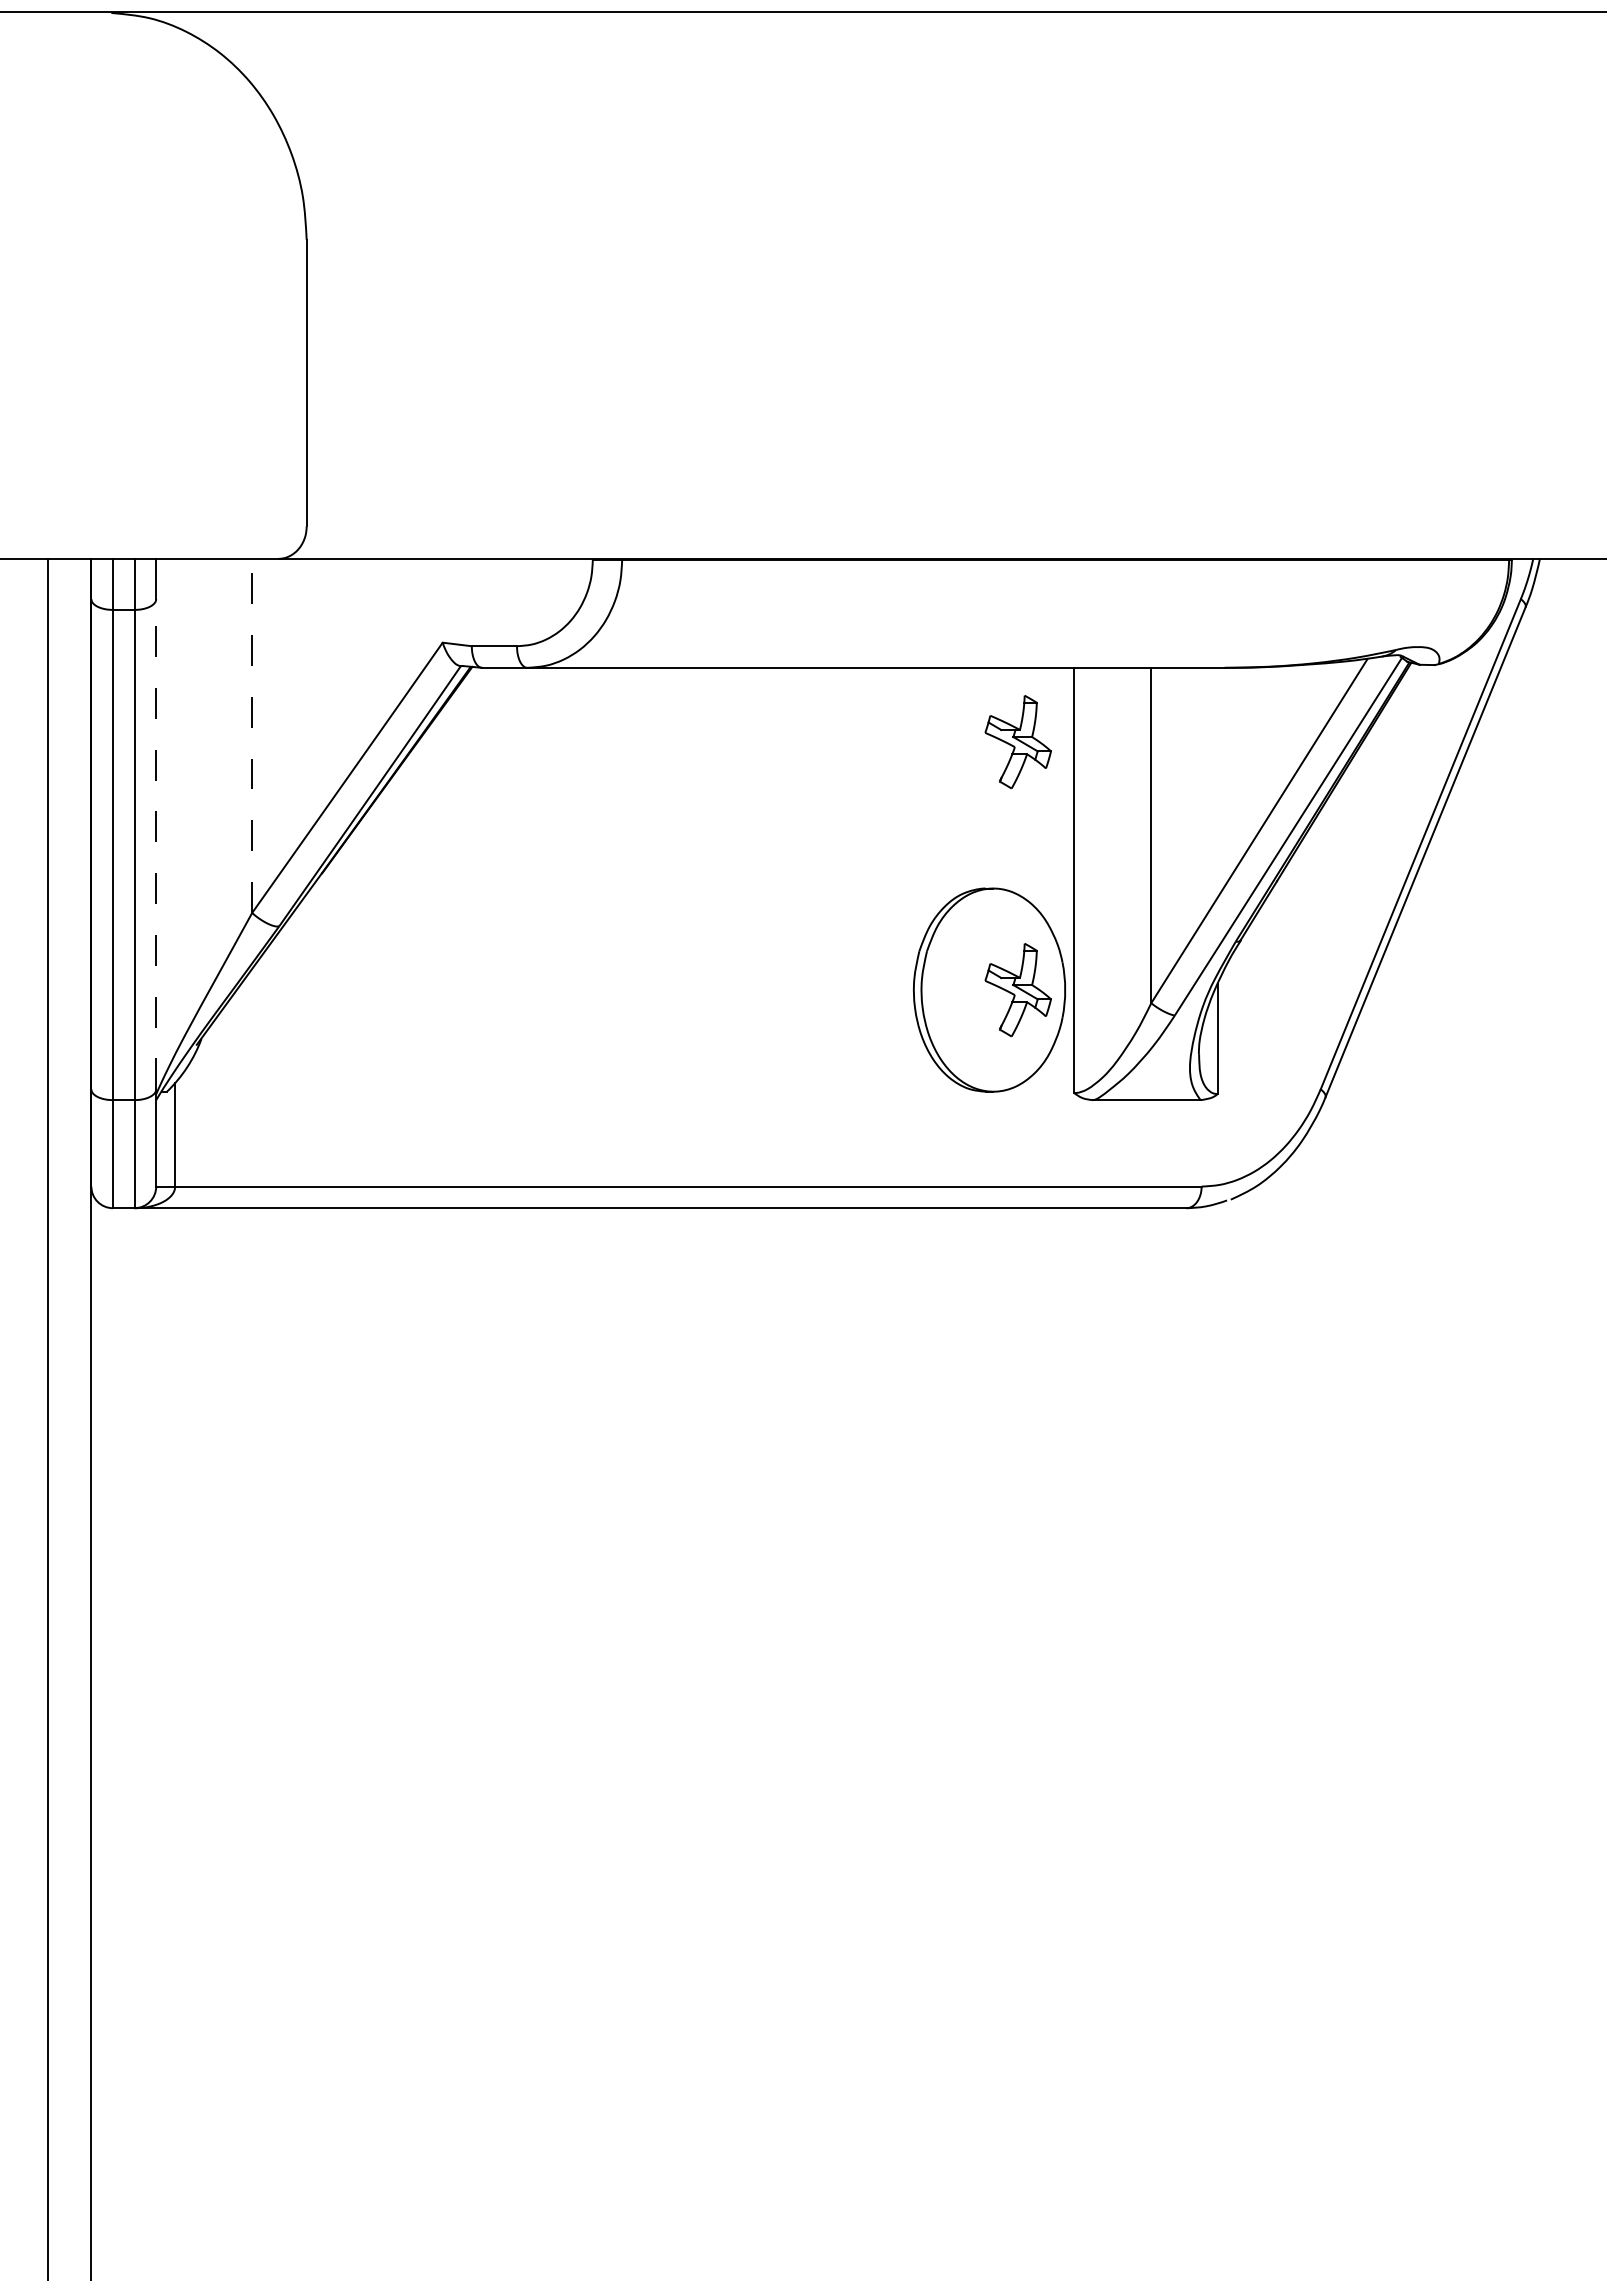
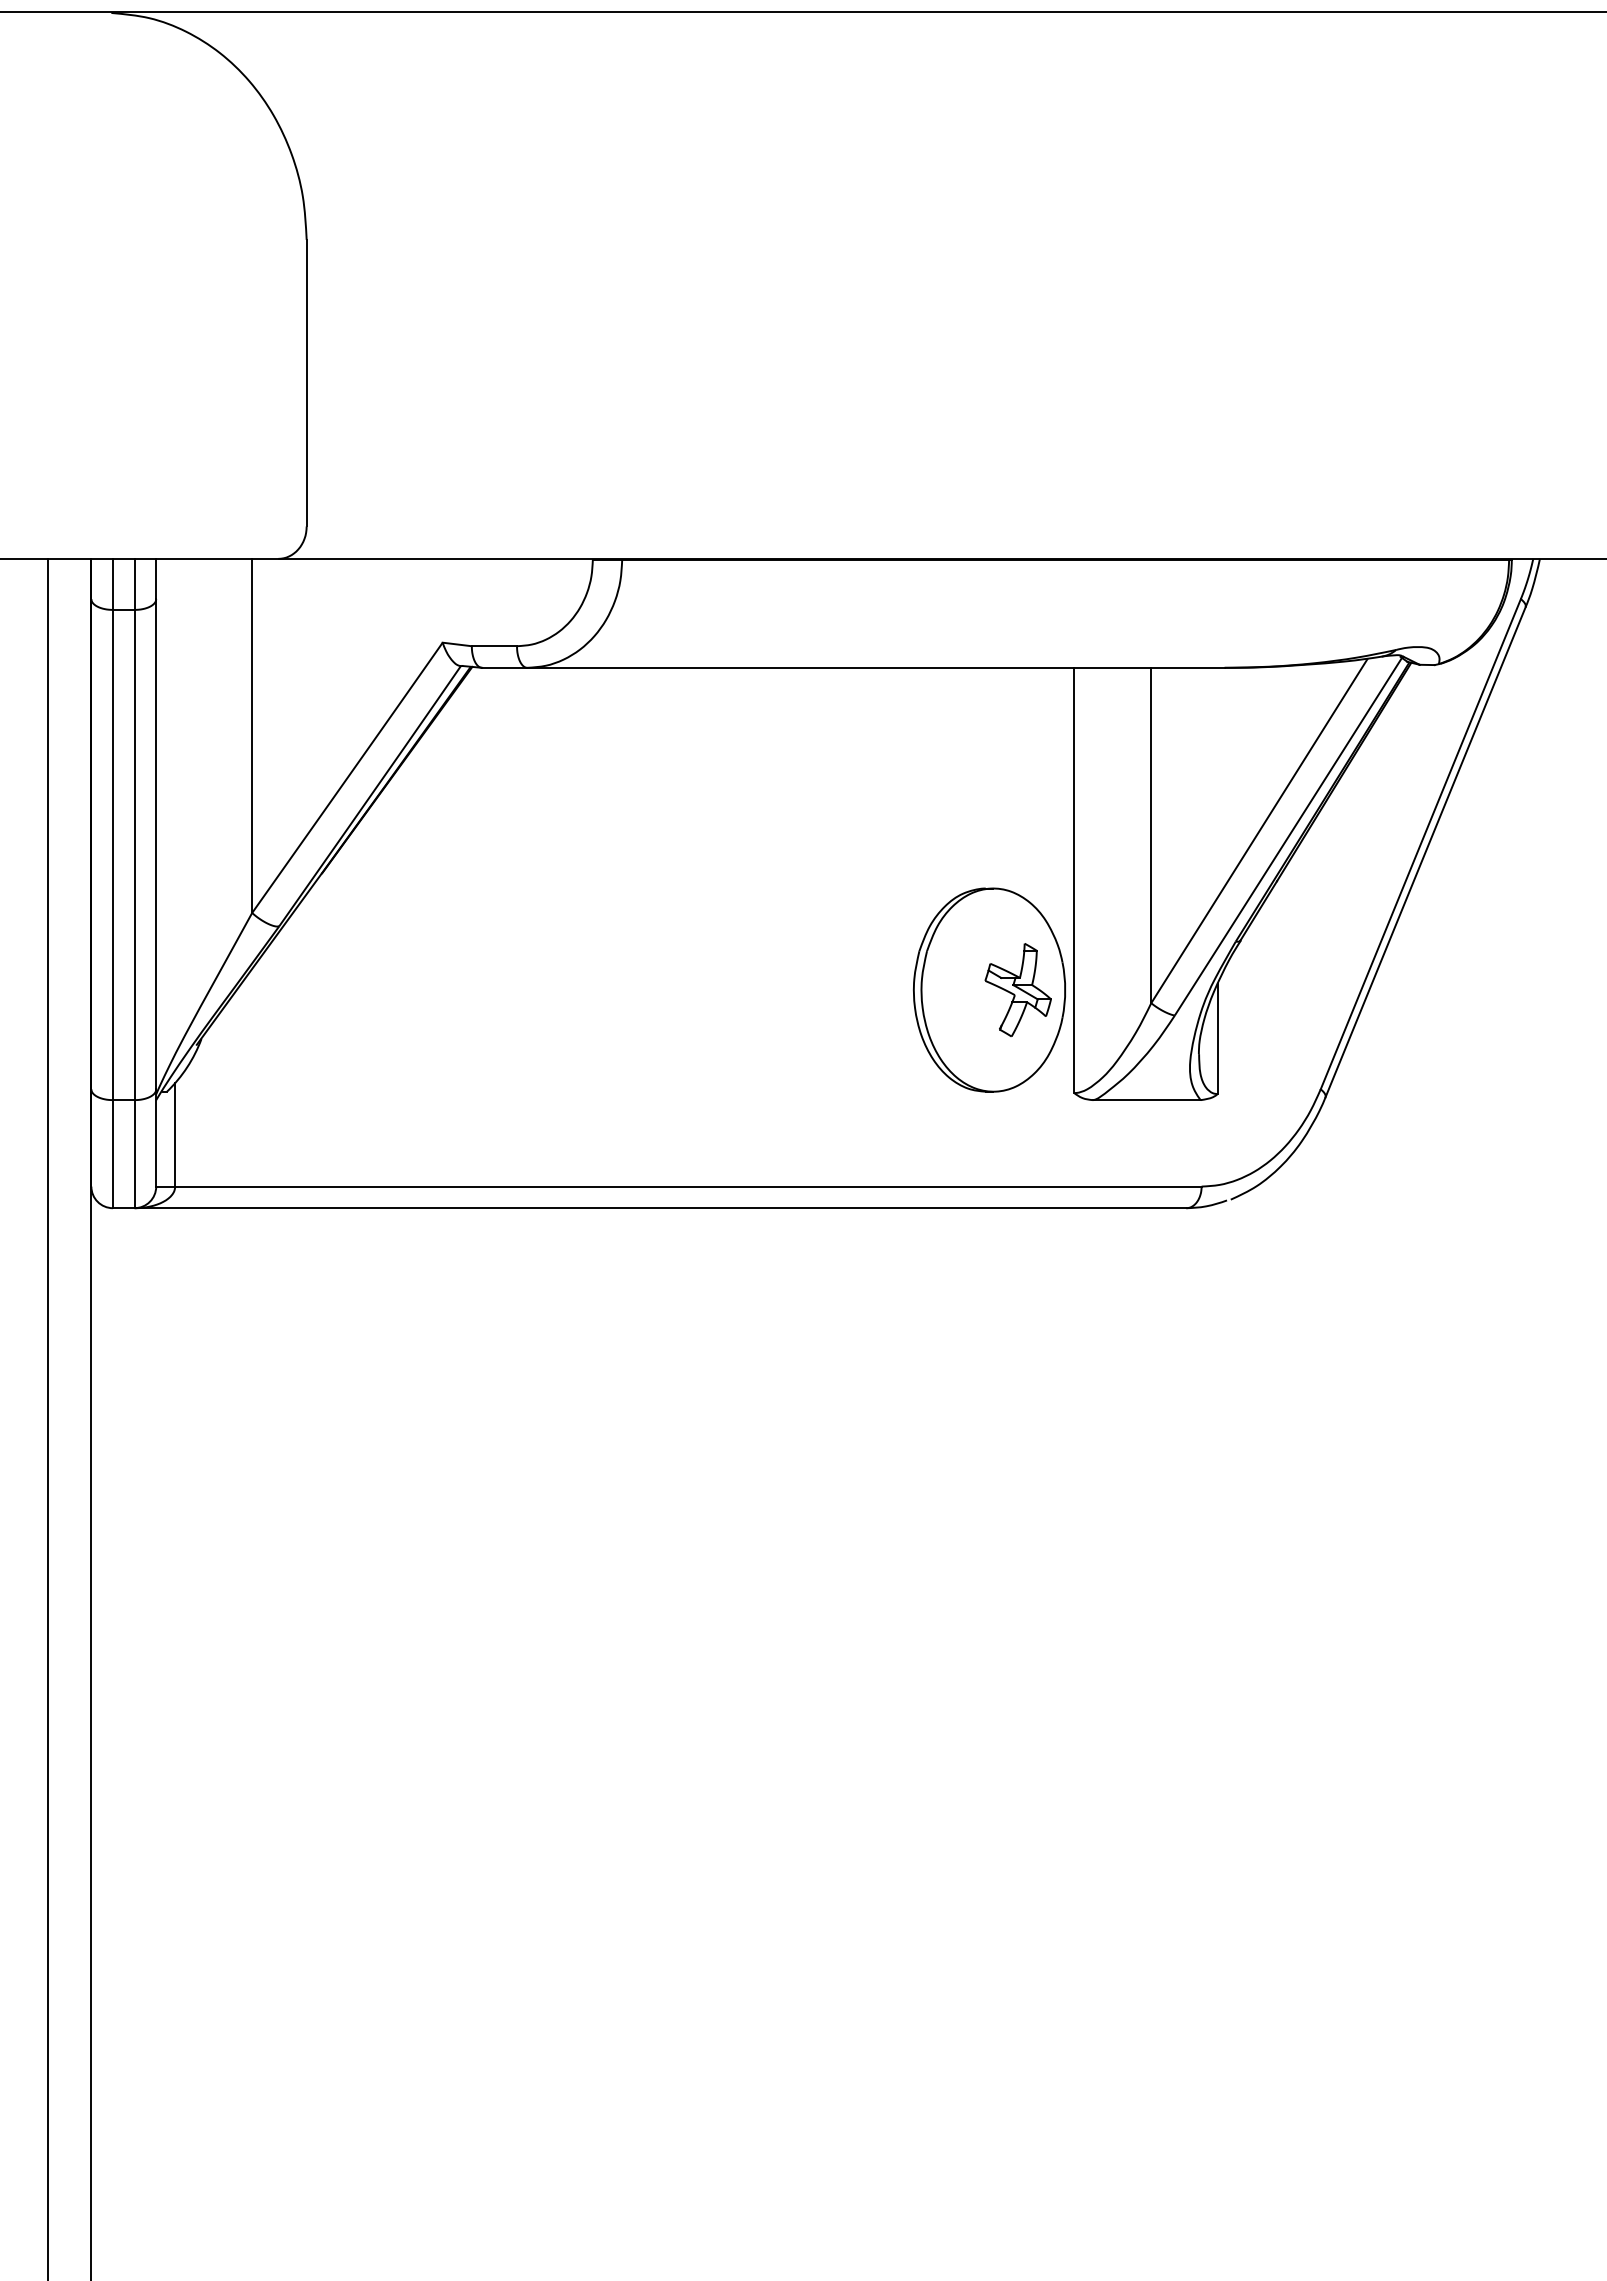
line at (252, 735): dashed -> solid
part at (1017, 741): present -> none
line at (156, 843): dashed -> solid
